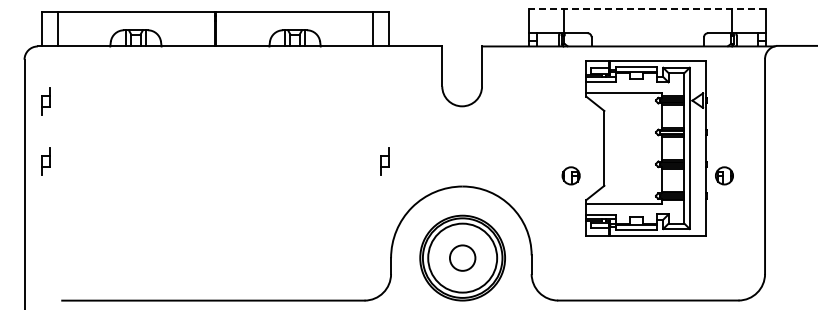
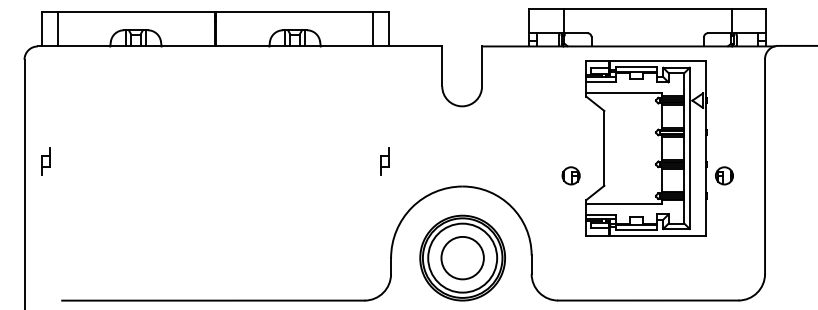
line at (647, 9): dashed -> solid
part at (45, 101): present -> none
circle at (462, 257) diameter: 25 px -> 42 px
